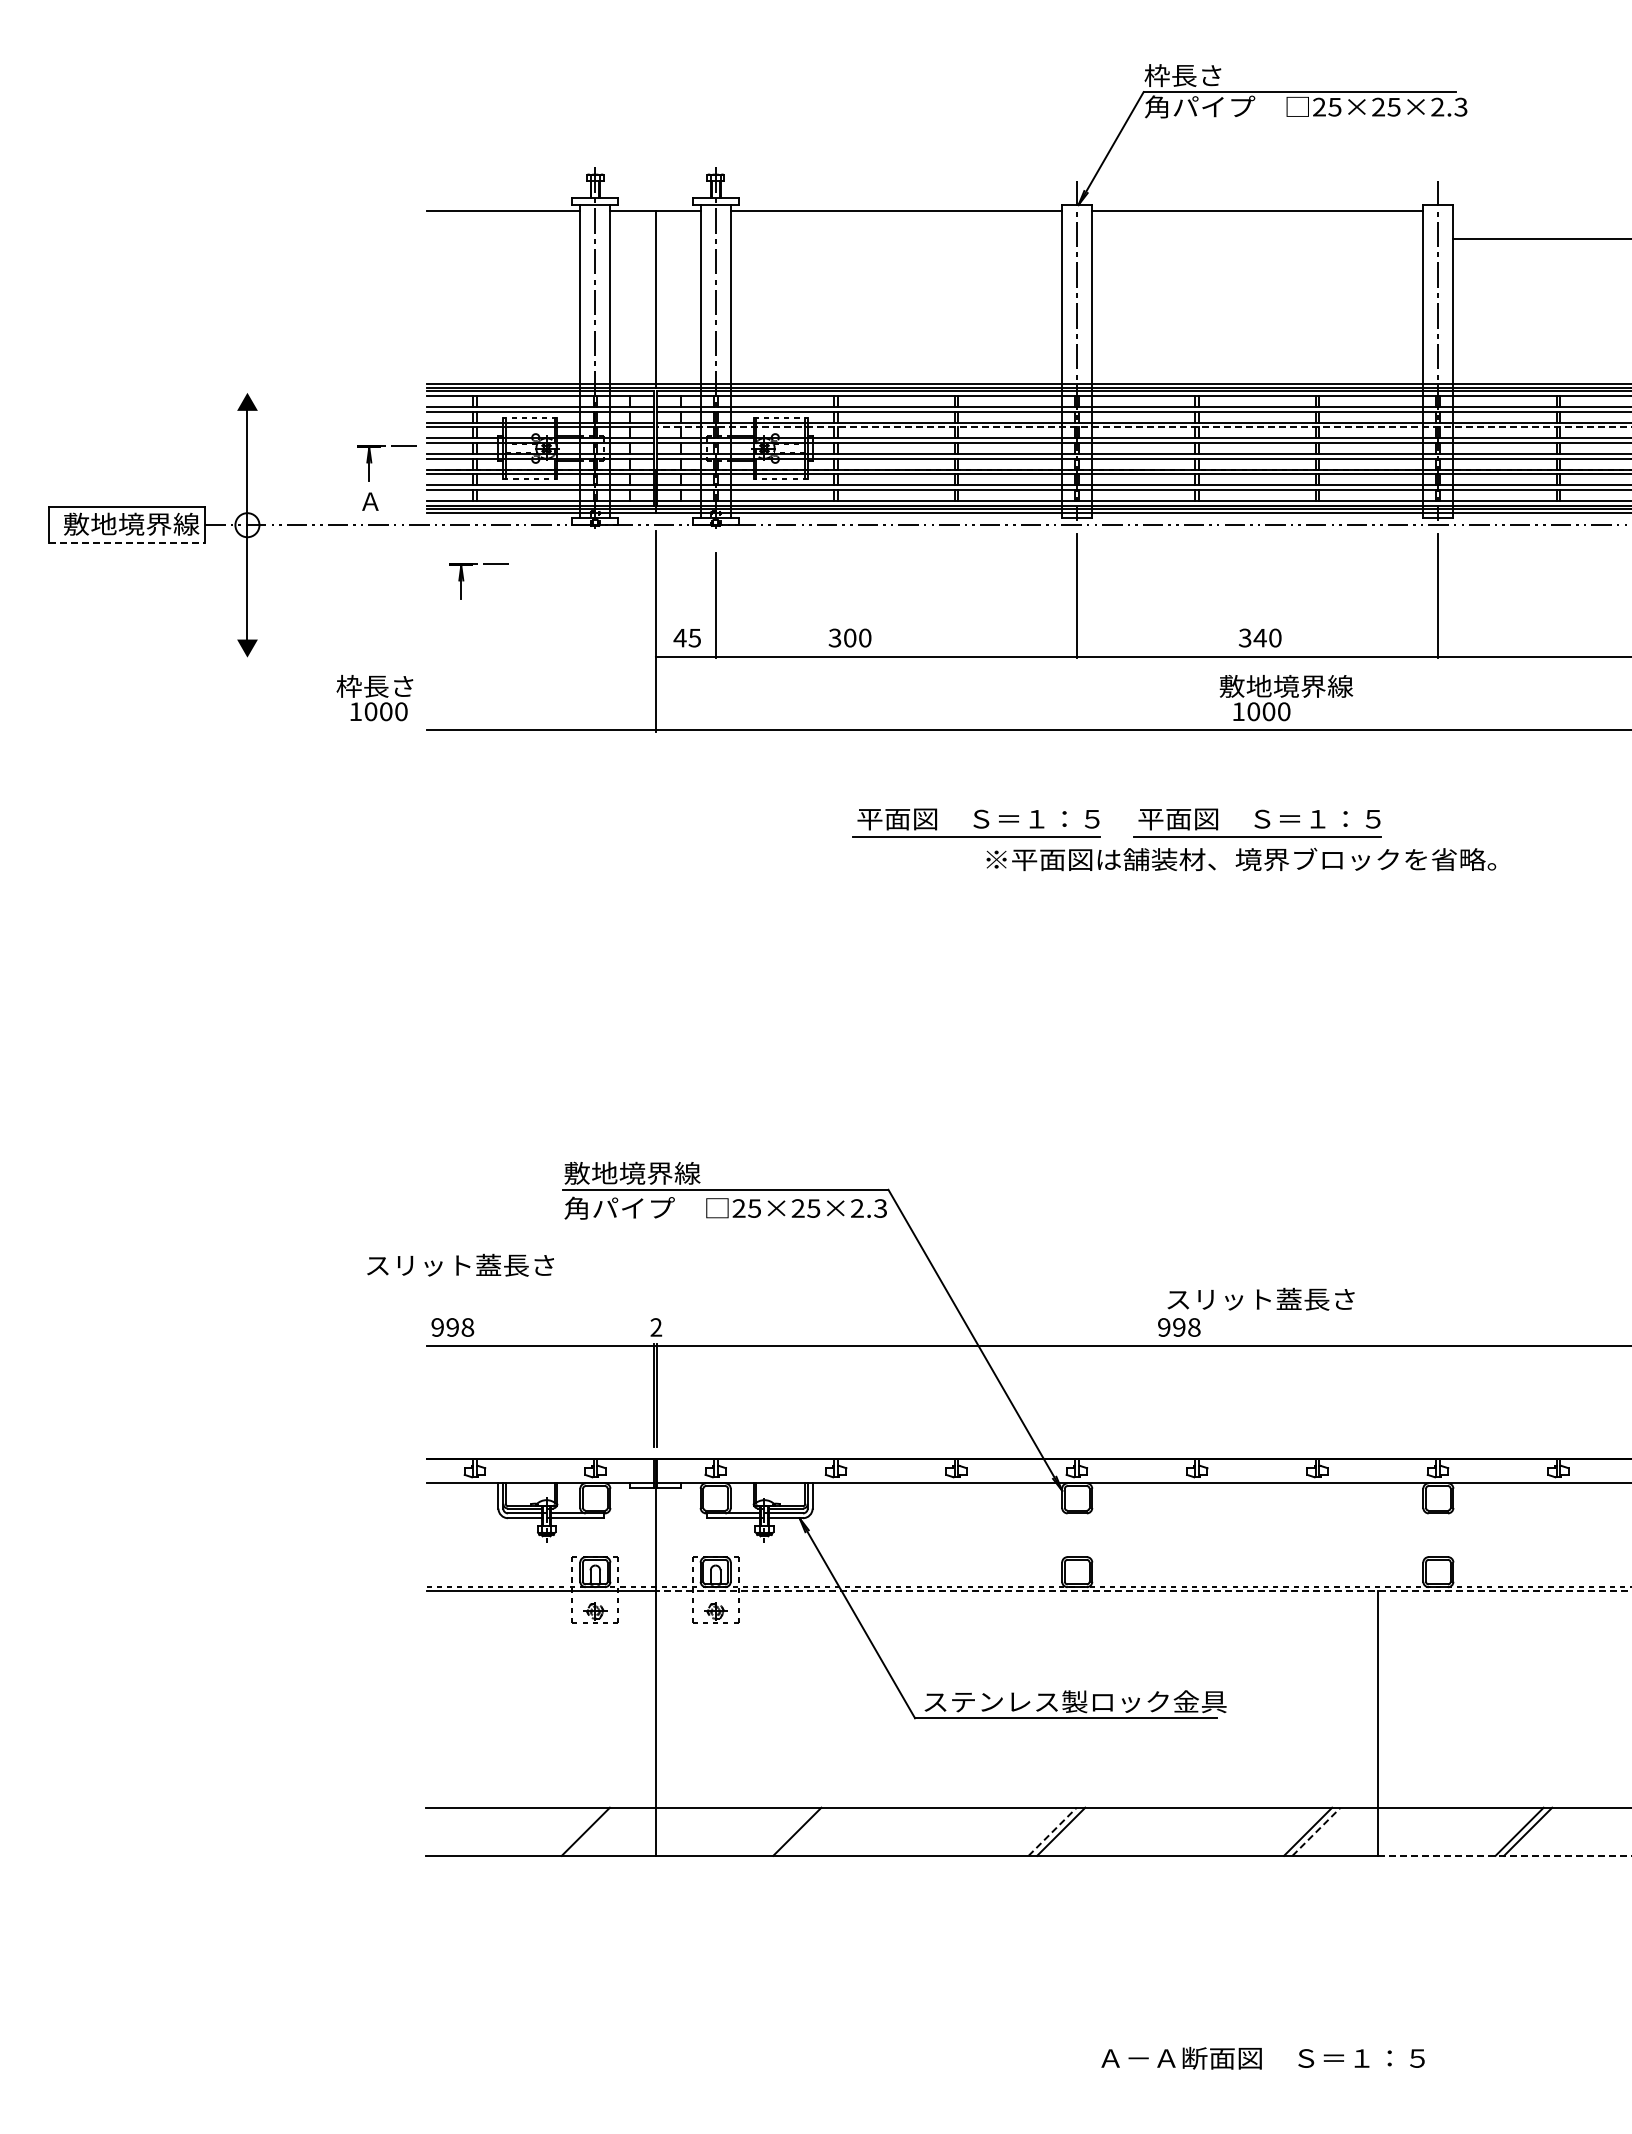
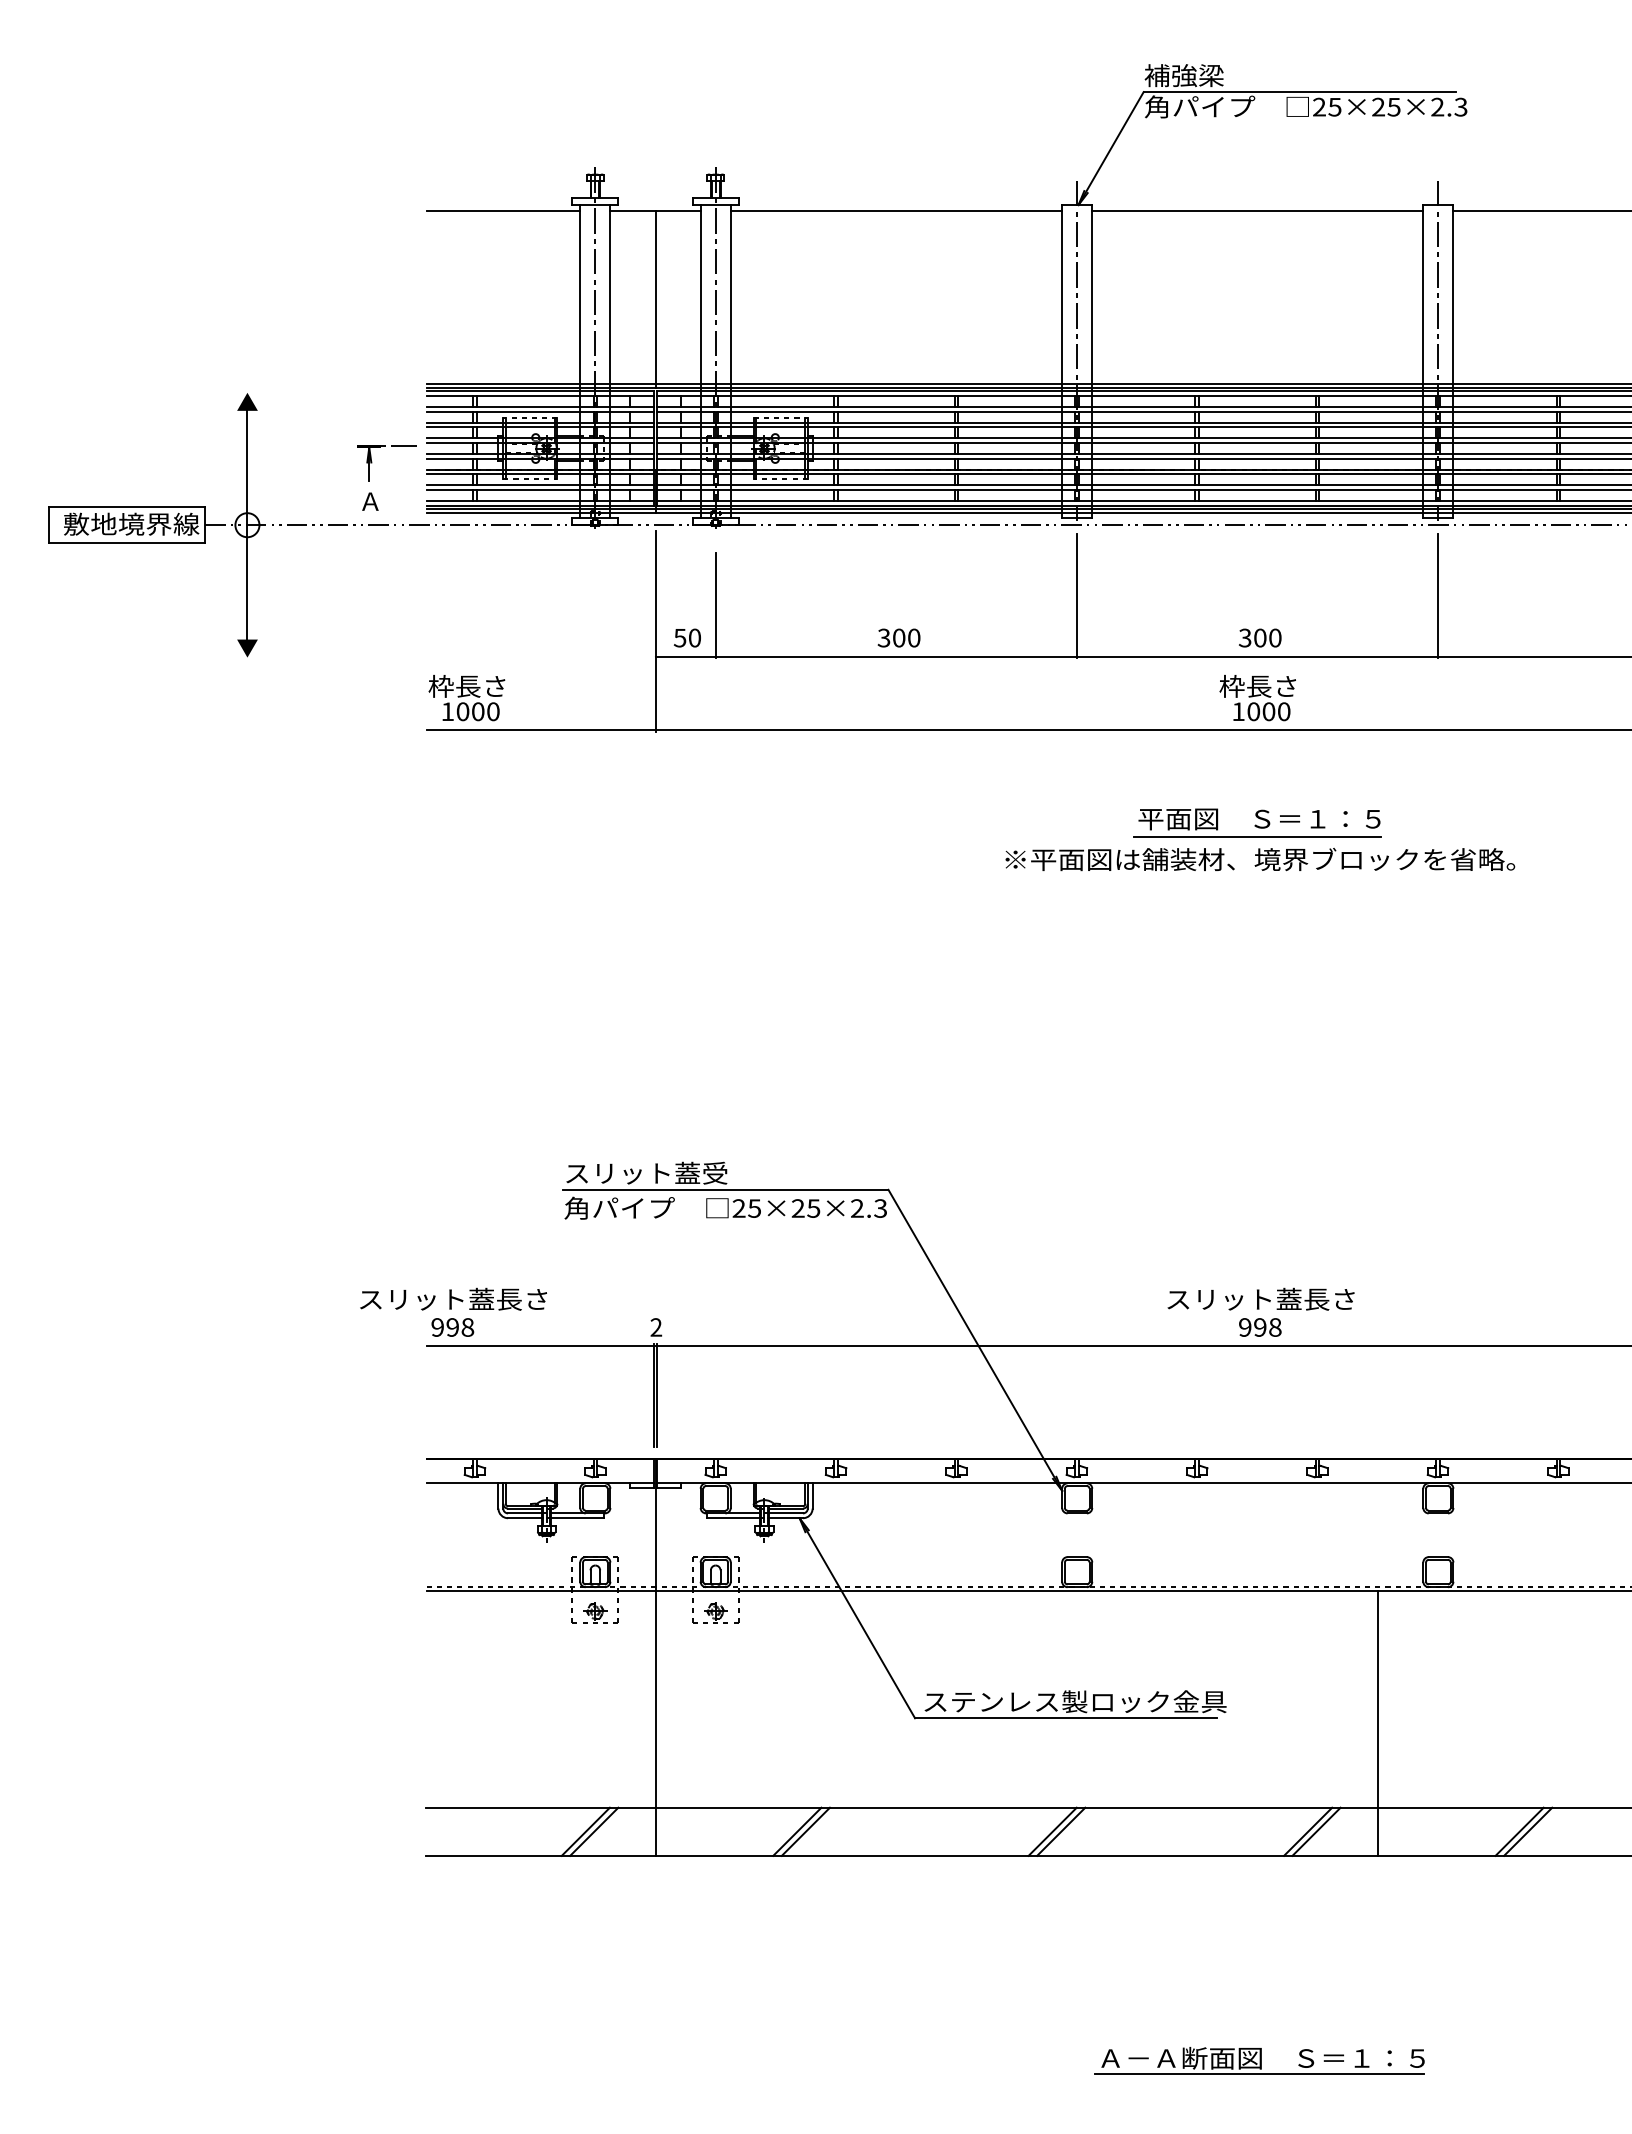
text at (1183, 75): 枠長さ -> 補強梁
line at (1540, 239) position: (1540, 239) -> (1540, 211)
line at (1143, 427): dashed -> solid
line at (127, 543): dashed -> solid
part at (464, 581): present -> none
text at (686, 637): 45 -> 50
text at (849, 637) position: (849, 637) -> (898, 637)
text at (1259, 637): 340 -> 300
text at (1286, 685): 敷地境界線 -> 枠長さ
text at (374, 698) position: (374, 698) -> (466, 698)
part at (976, 822): present -> none
text at (1241, 859) position: (1241, 859) -> (1260, 859)
text at (645, 1172): 敷地境界線 -> スリット蓋受
text at (460, 1264) position: (460, 1264) -> (453, 1298)
text at (1179, 1327) position: (1179, 1327) -> (1260, 1327)
line at (1143, 1591): dashed -> solid
line at (594, 1831): none -> present
line at (805, 1831): none -> present
line at (1053, 1831): dashed -> solid
line at (1316, 1831): dashed -> solid
line at (1504, 1855): dashed -> solid
line at (1259, 2074): none -> present
